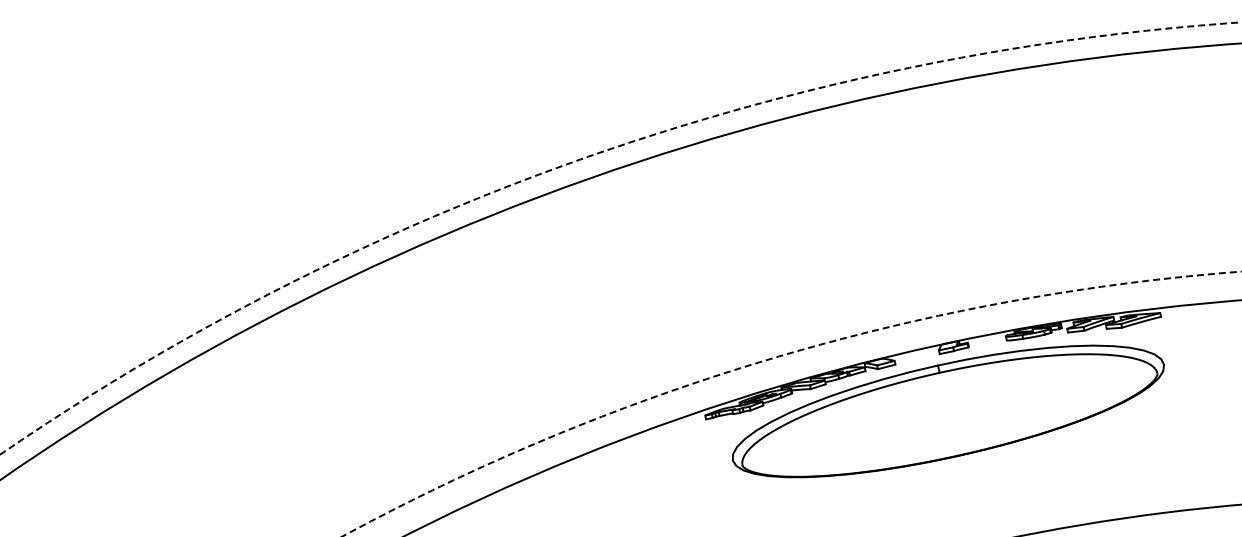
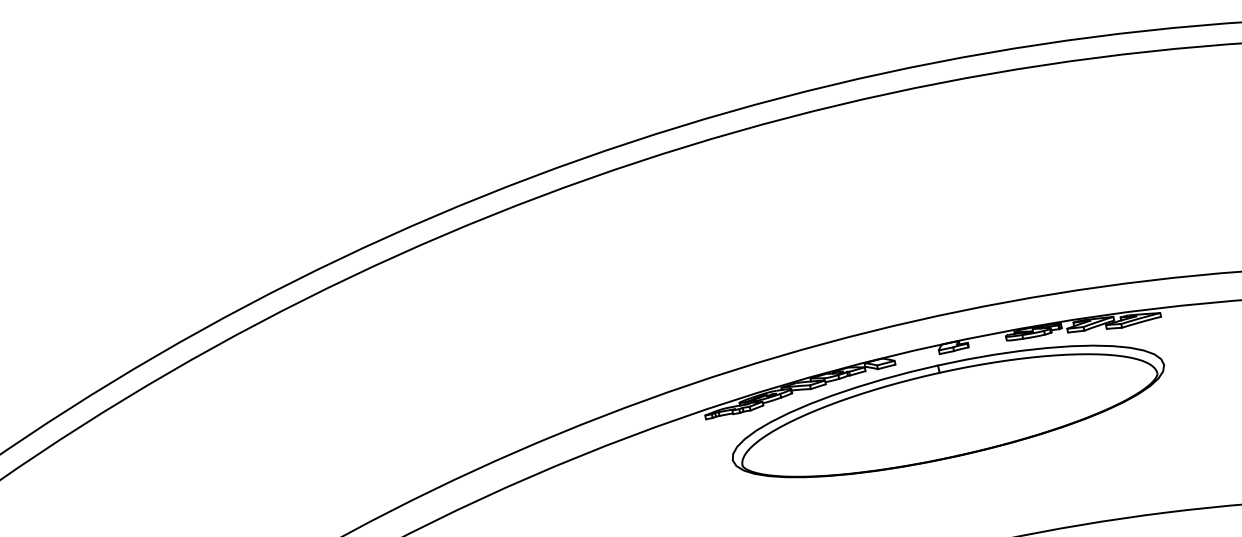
arc at (594, 154): dashed -> solid
arc at (777, 356): dashed -> solid
